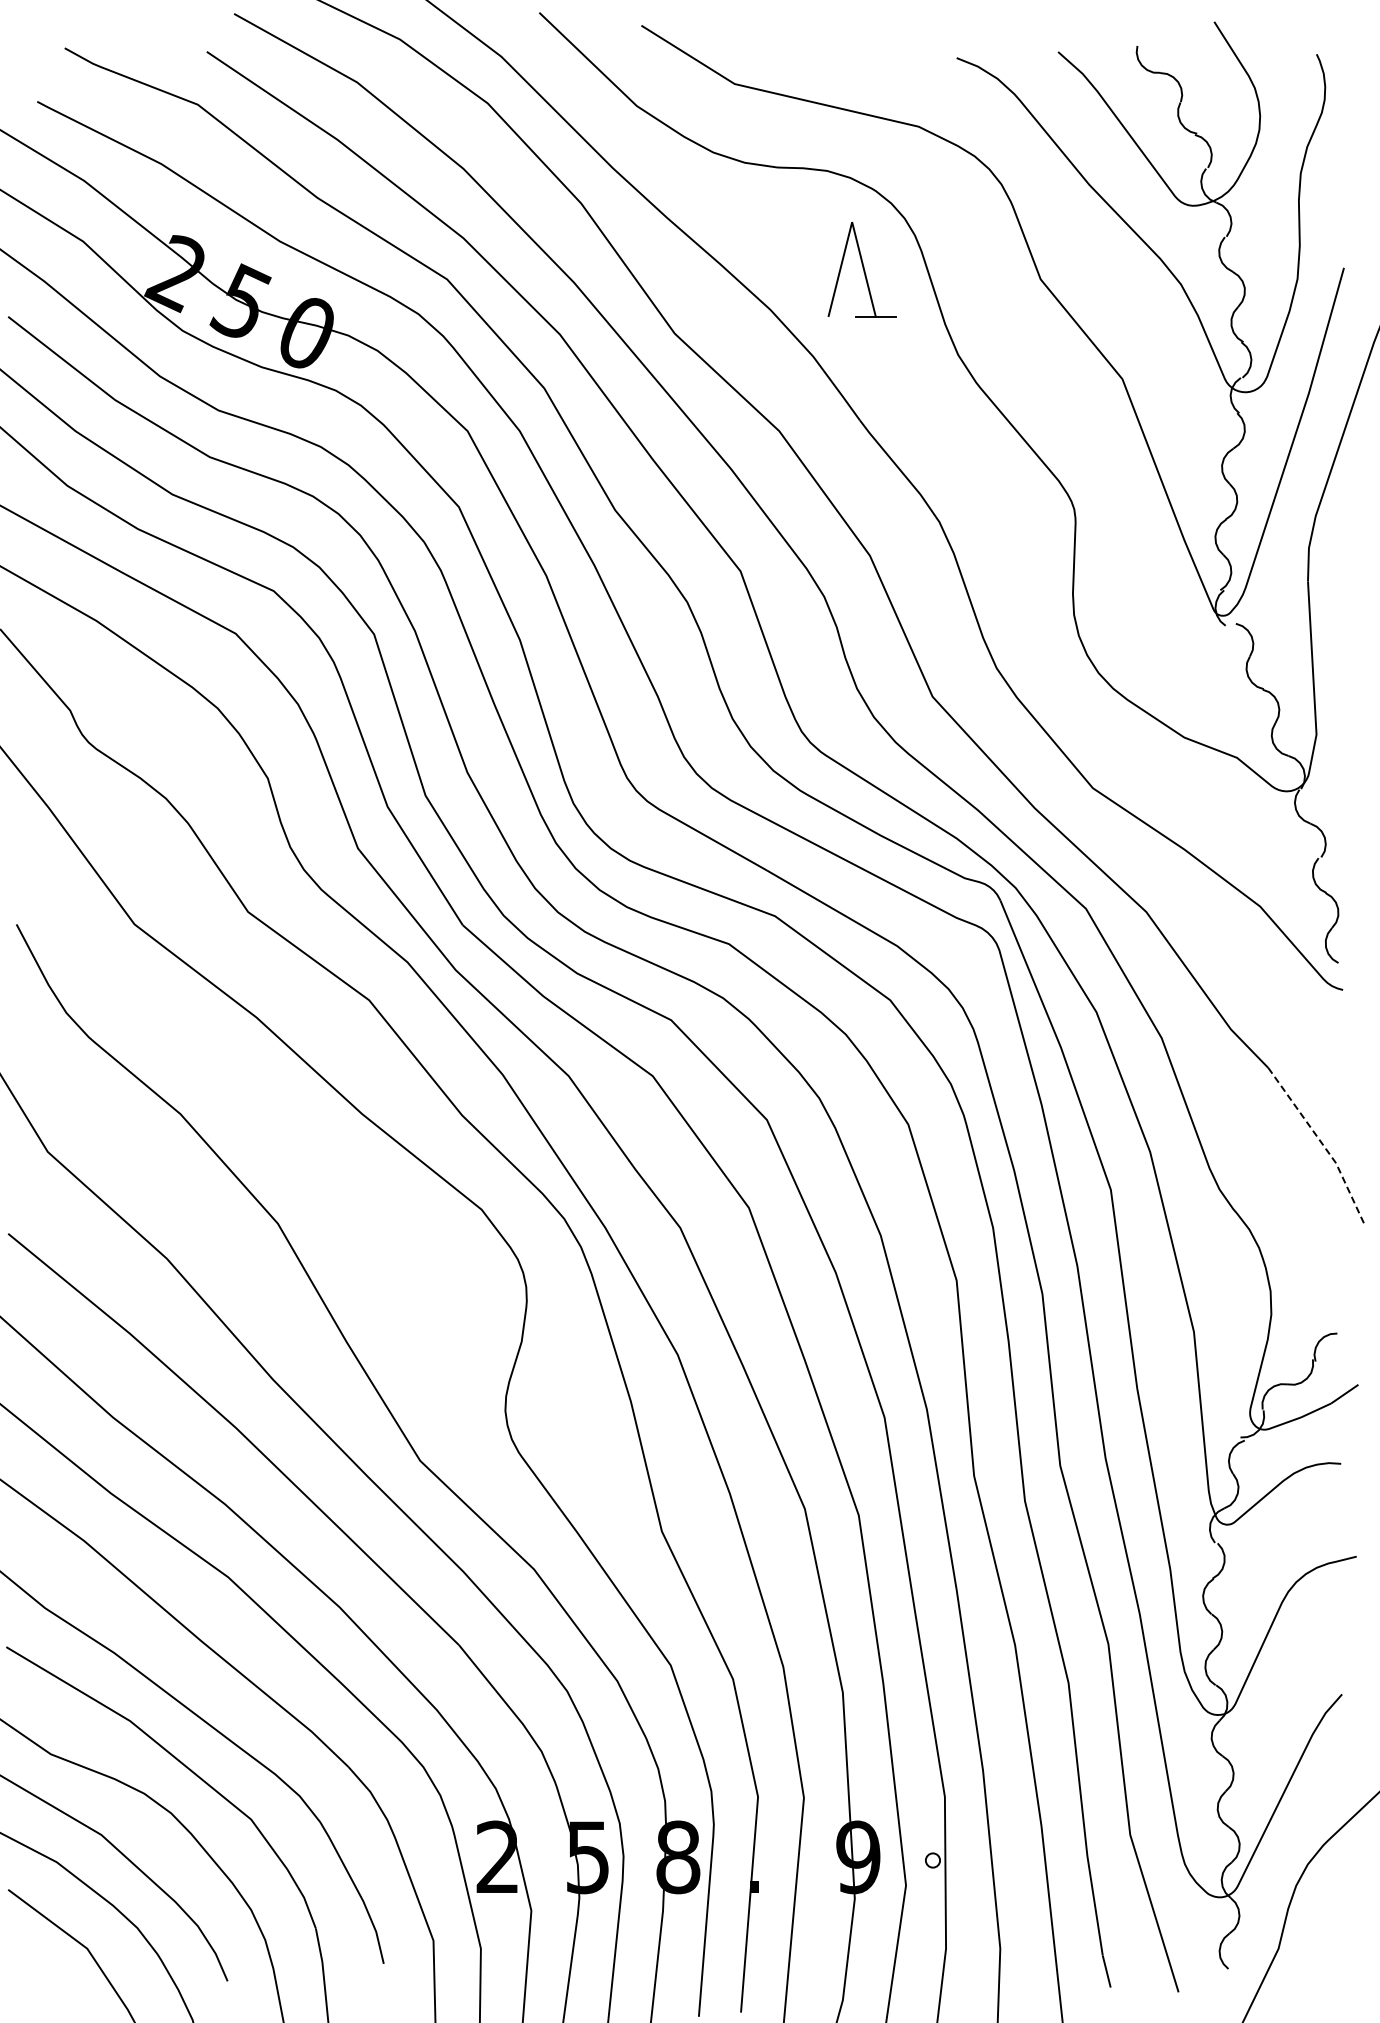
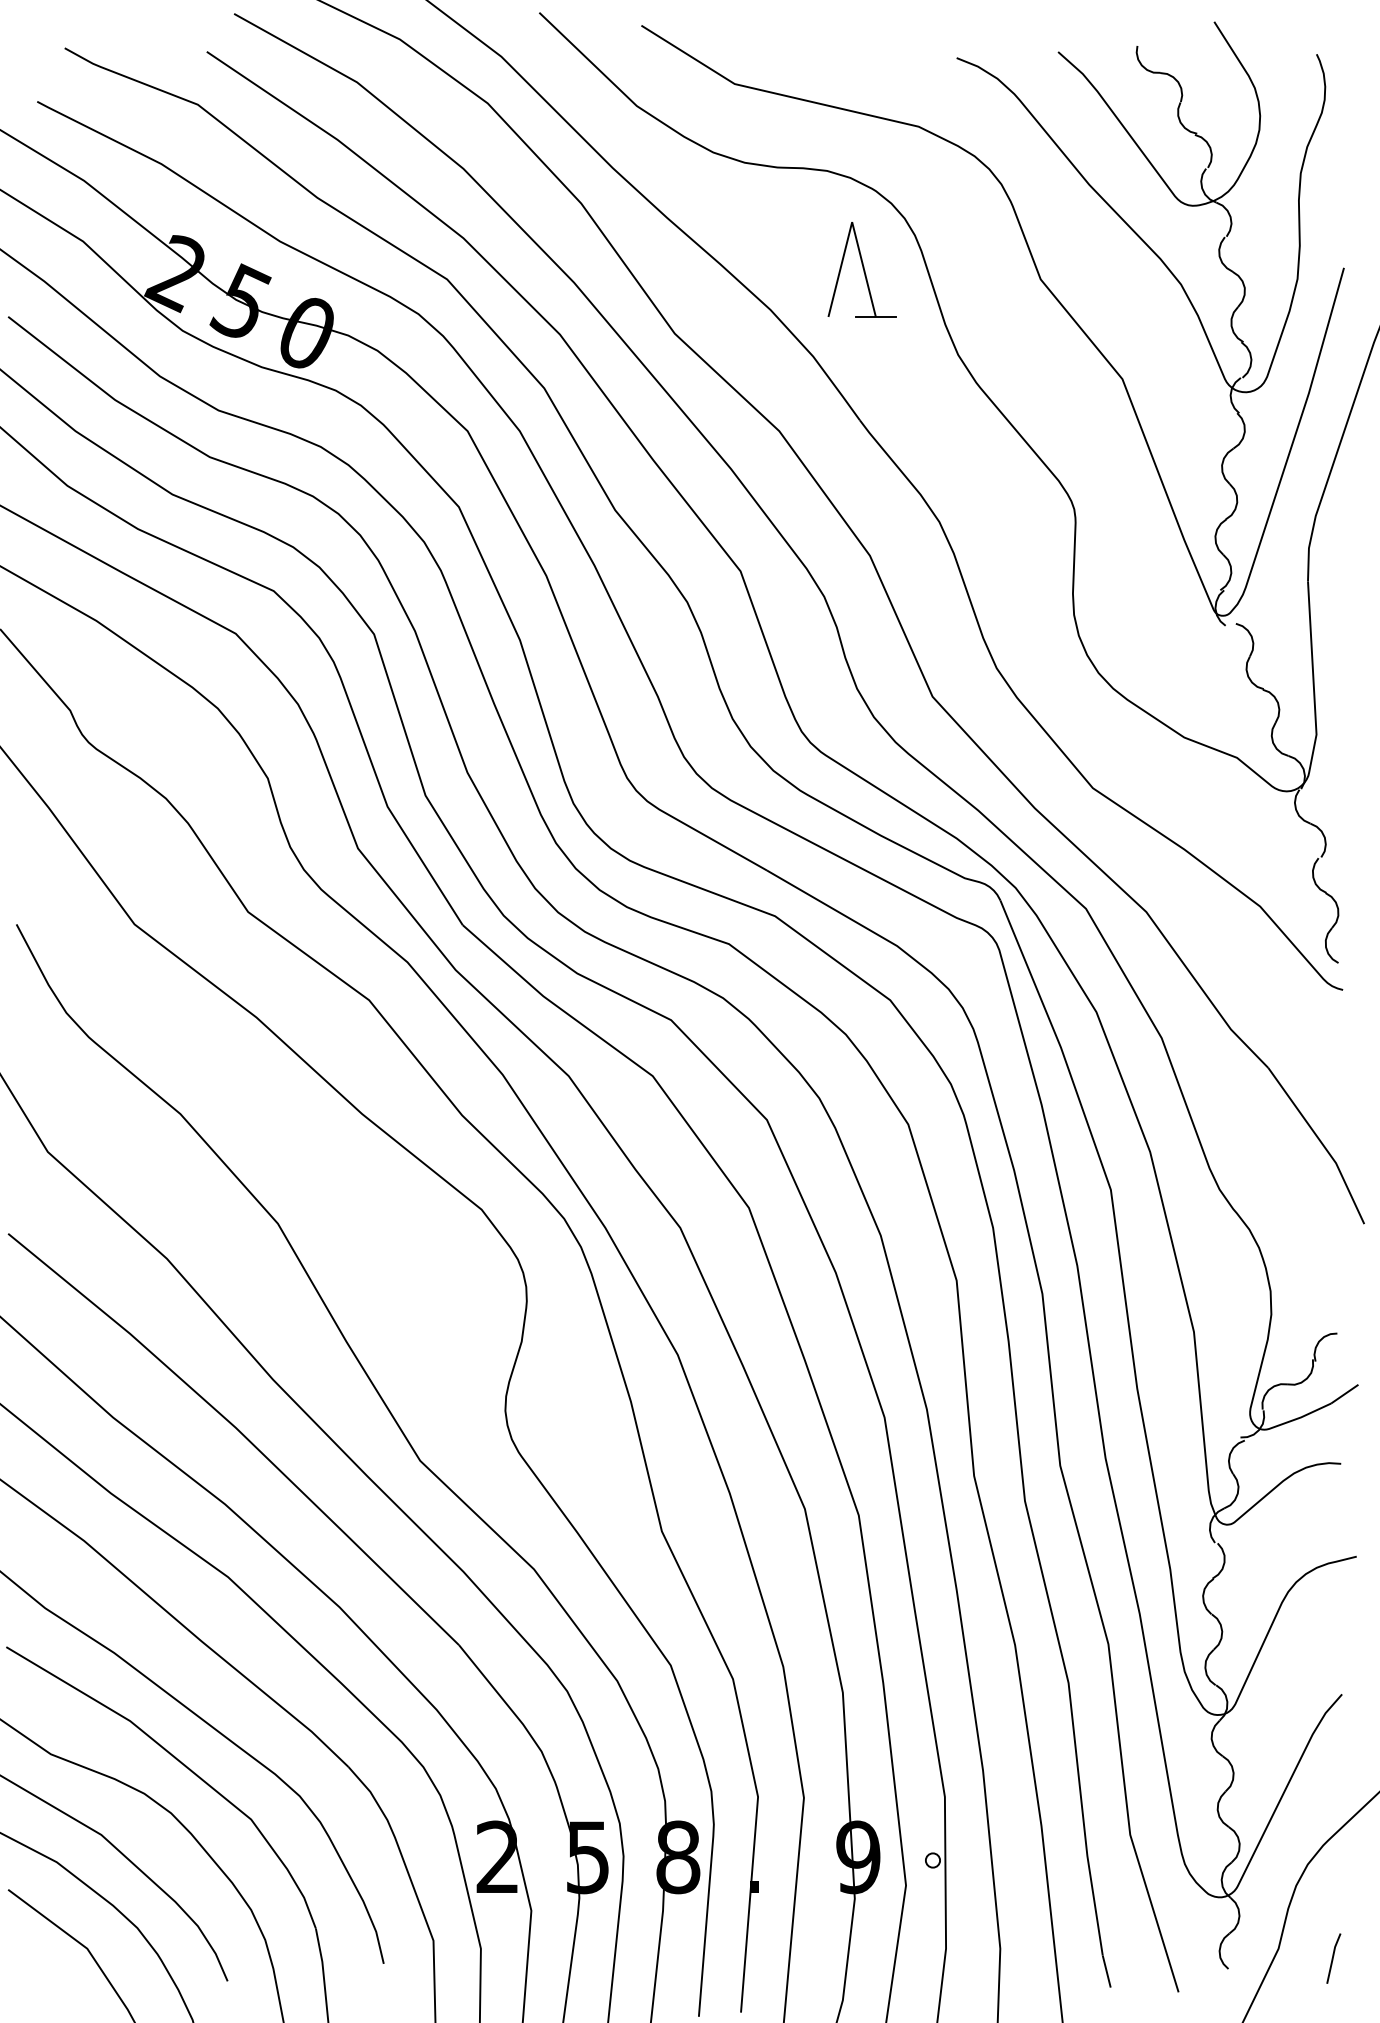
line at (1322, 1143): dashed -> solid
line at (1333, 1958): none -> present
